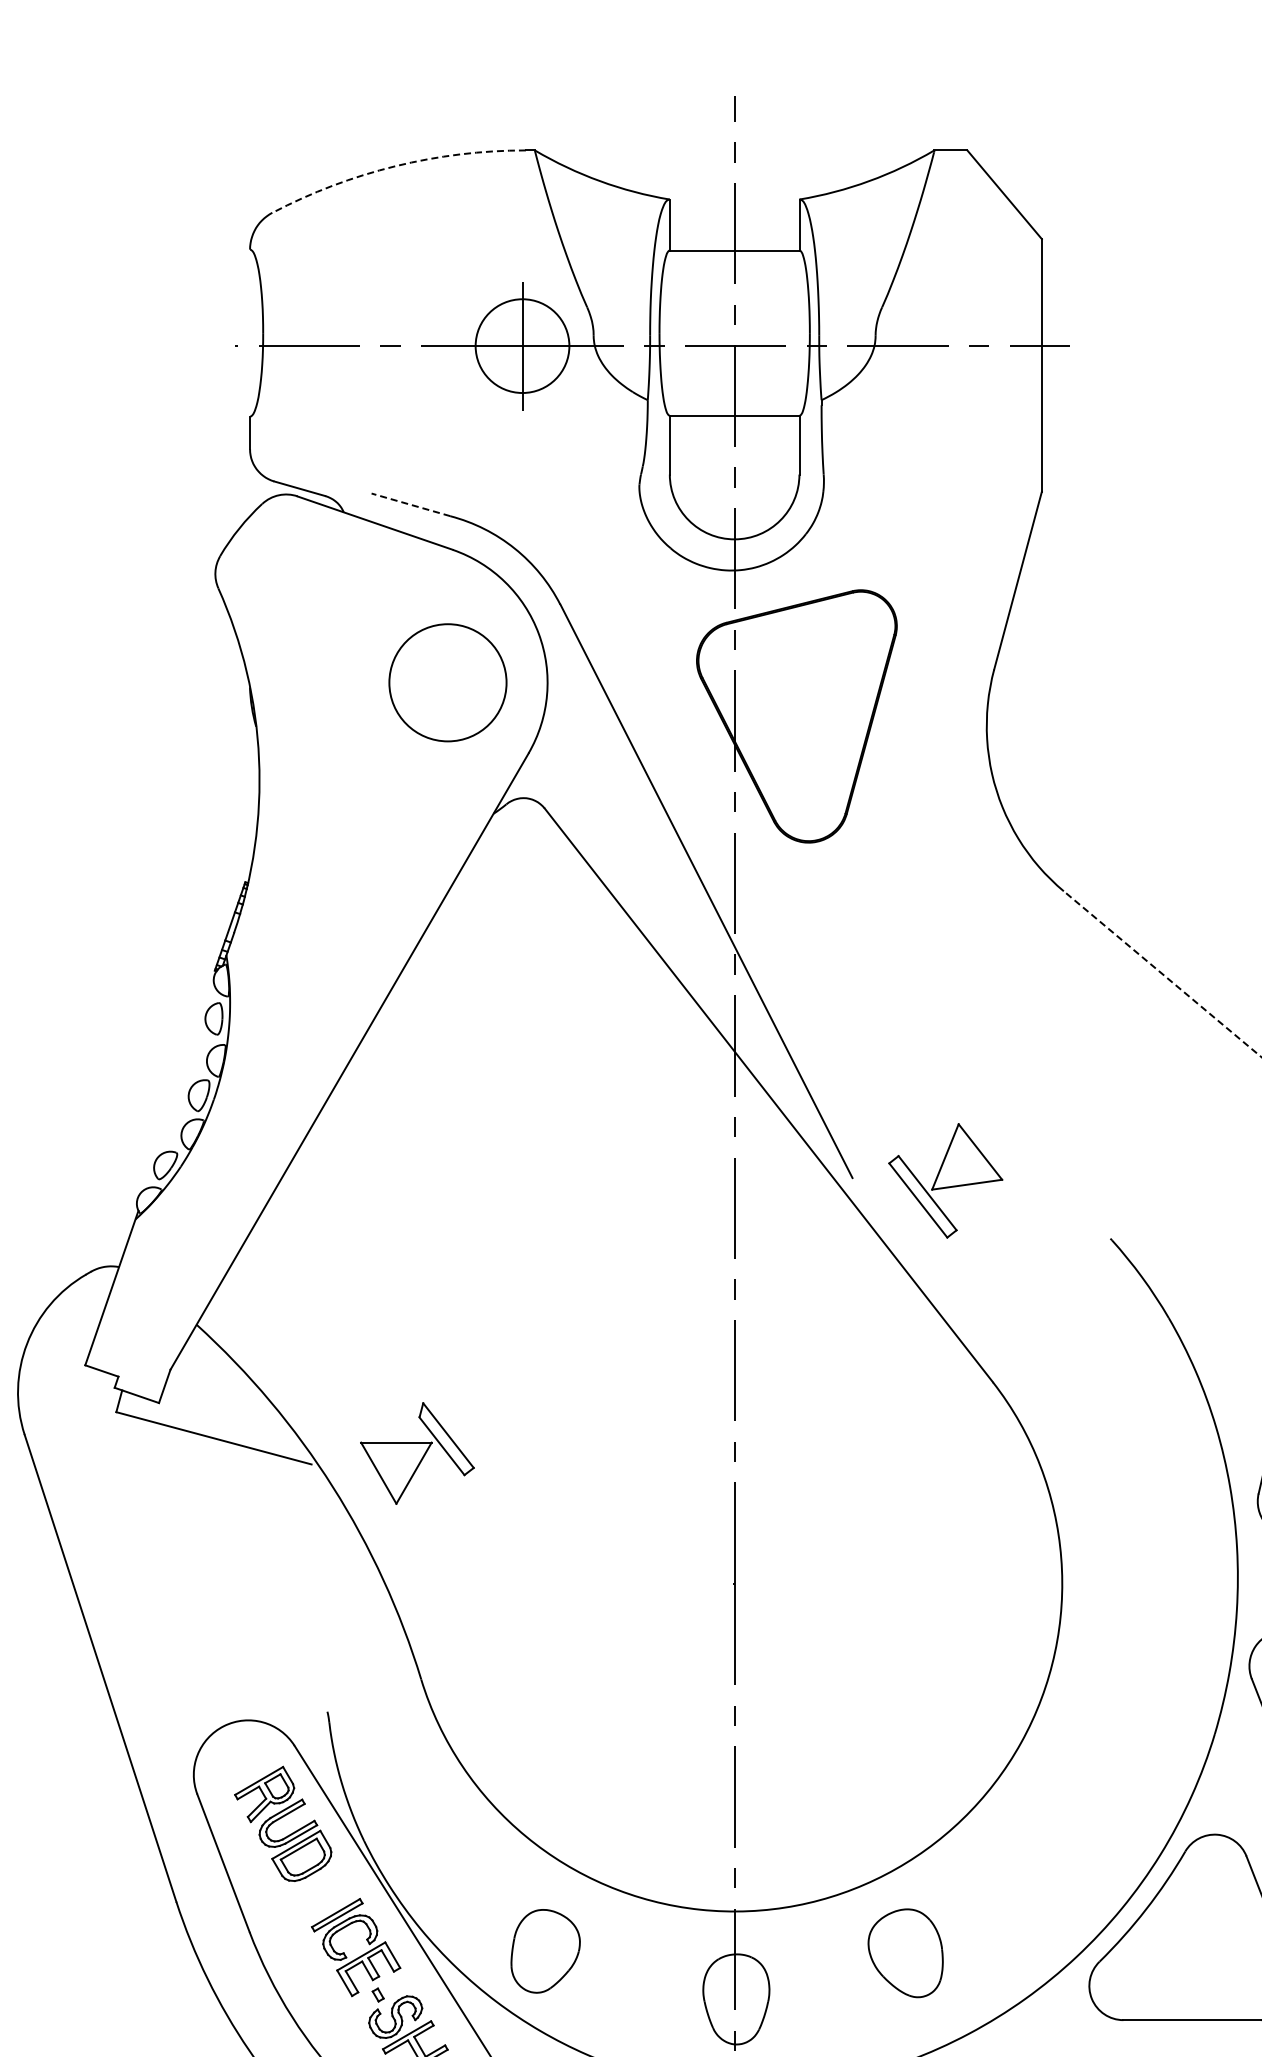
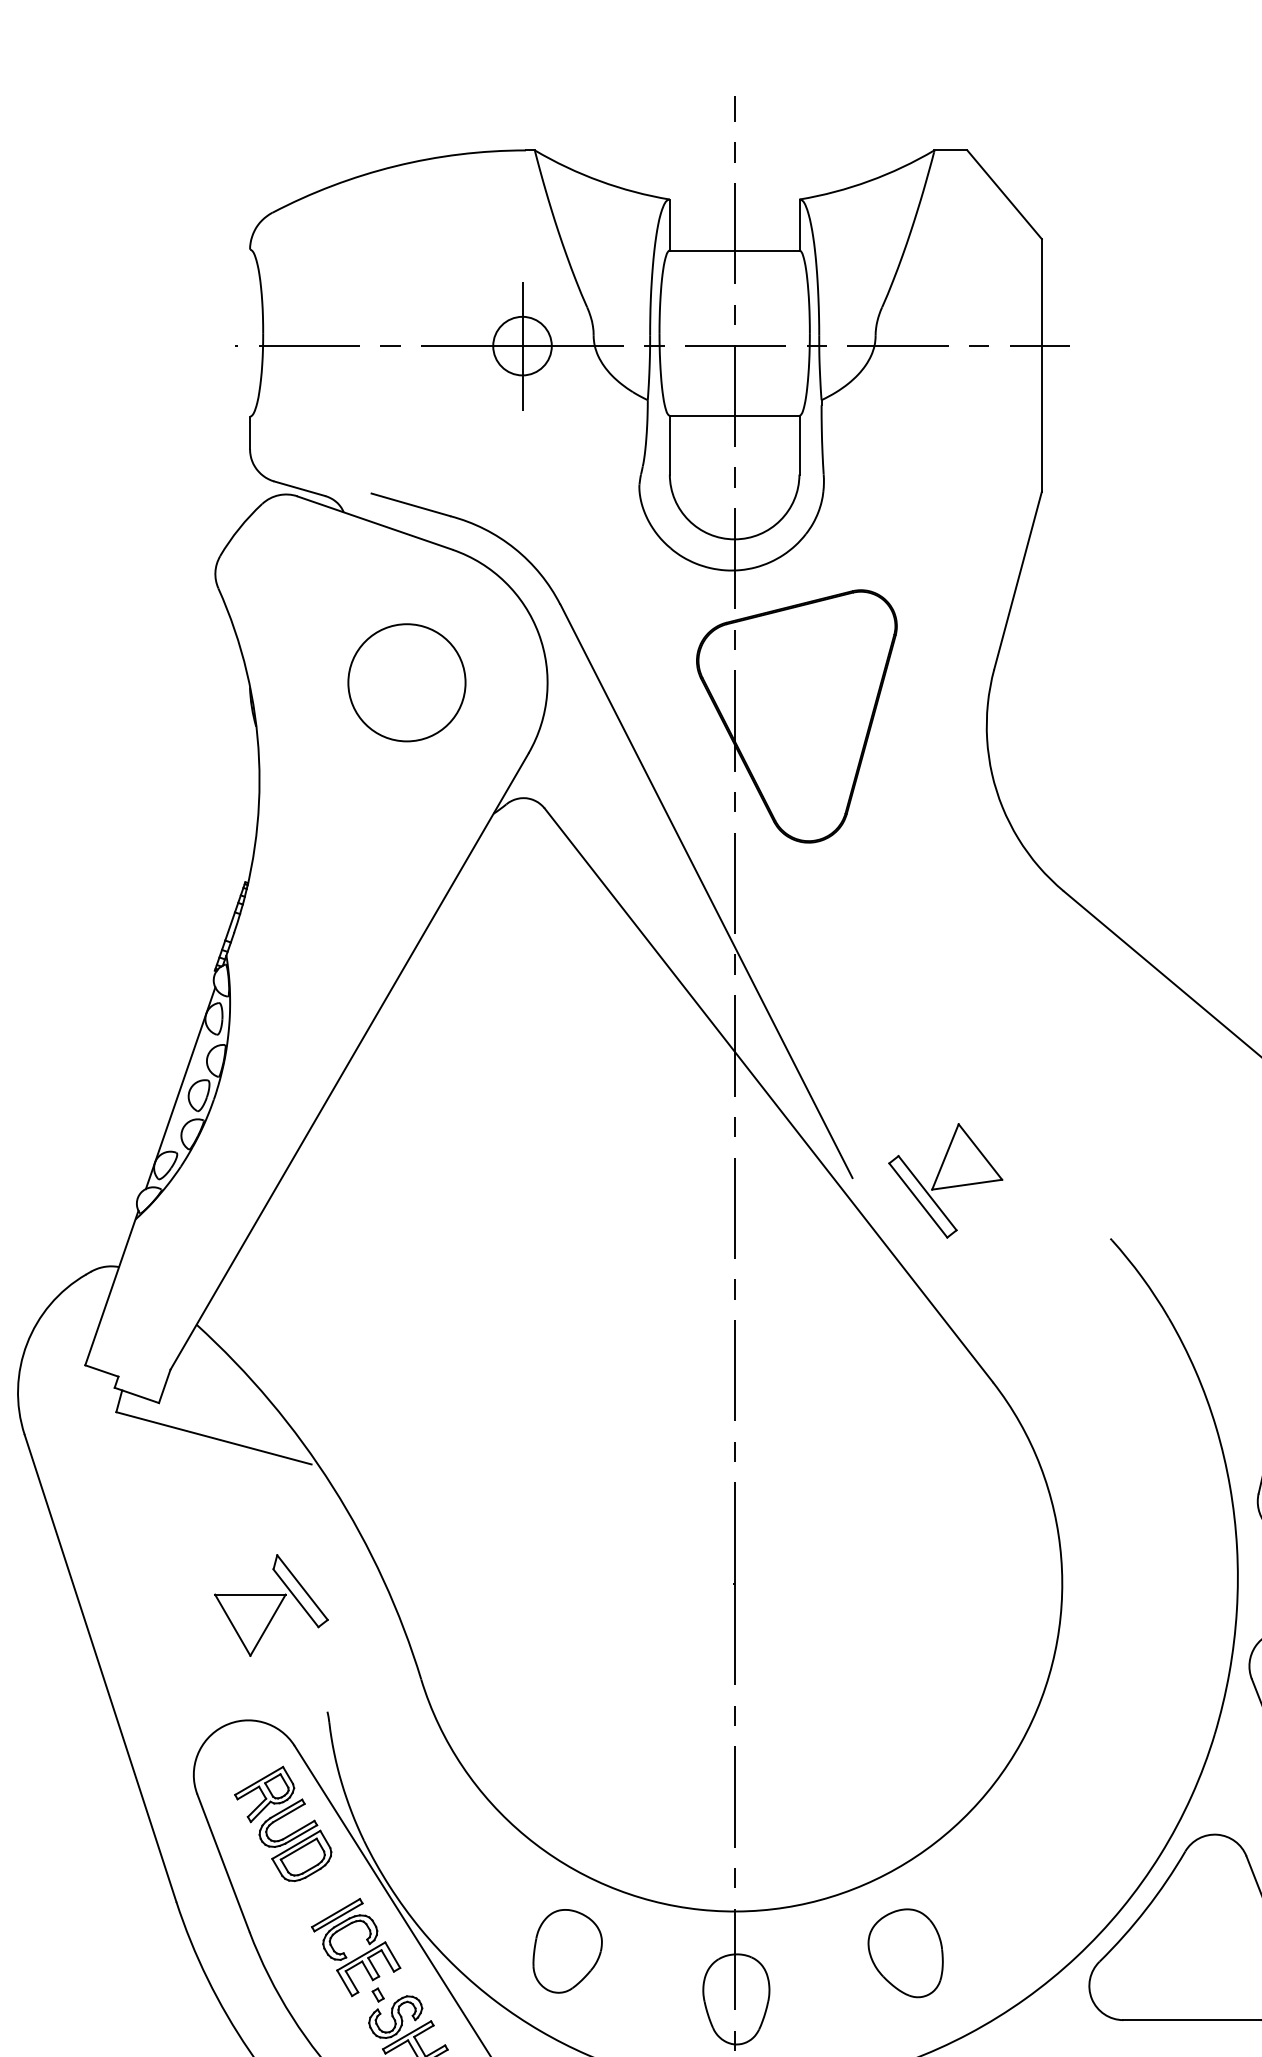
arc at (395, 166): dashed -> solid
circle at (522, 346) diameter: 94 px -> 59 px
line at (410, 504): dashed -> solid
circle at (447, 682) position: (447, 682) -> (406, 682)
line at (1162, 973): dashed -> solid
line at (180, 1088): none -> present
part at (417, 1453) position: (417, 1453) -> (271, 1605)
part at (545, 1951) position: (545, 1951) -> (567, 1951)
